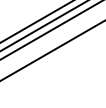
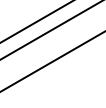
line at (43, 26): present -> none
line at (52, 50) position: (52, 50) -> (52, 61)
